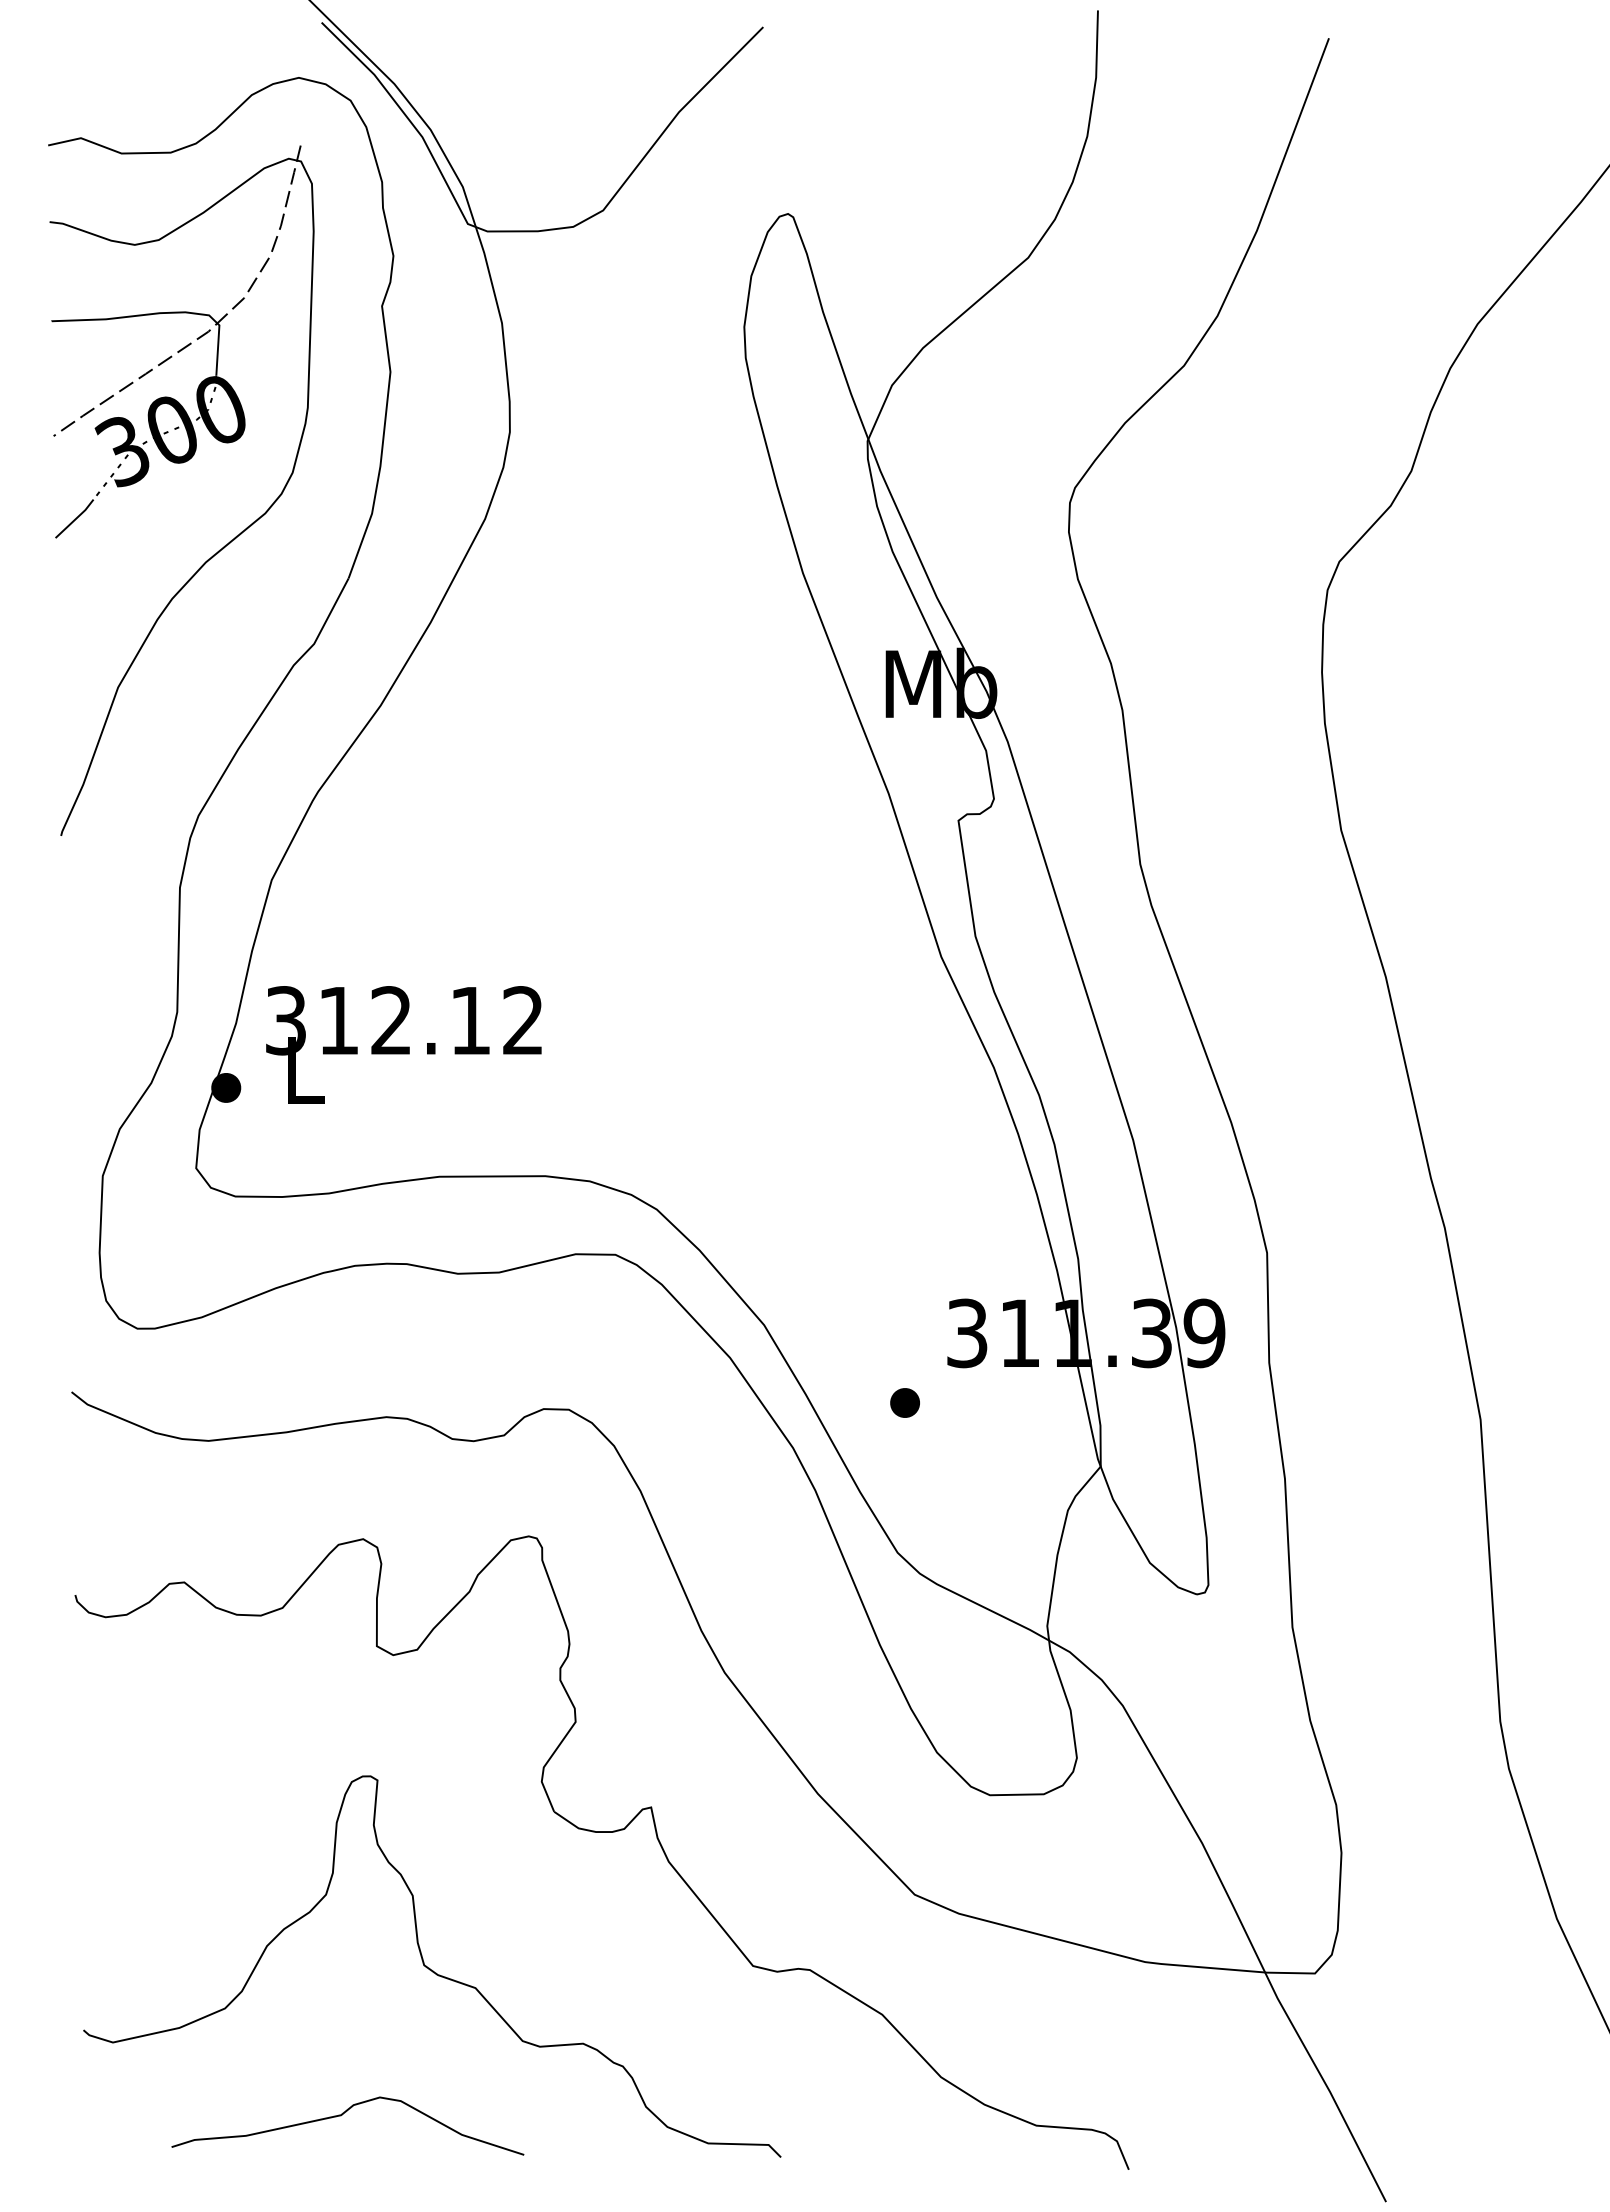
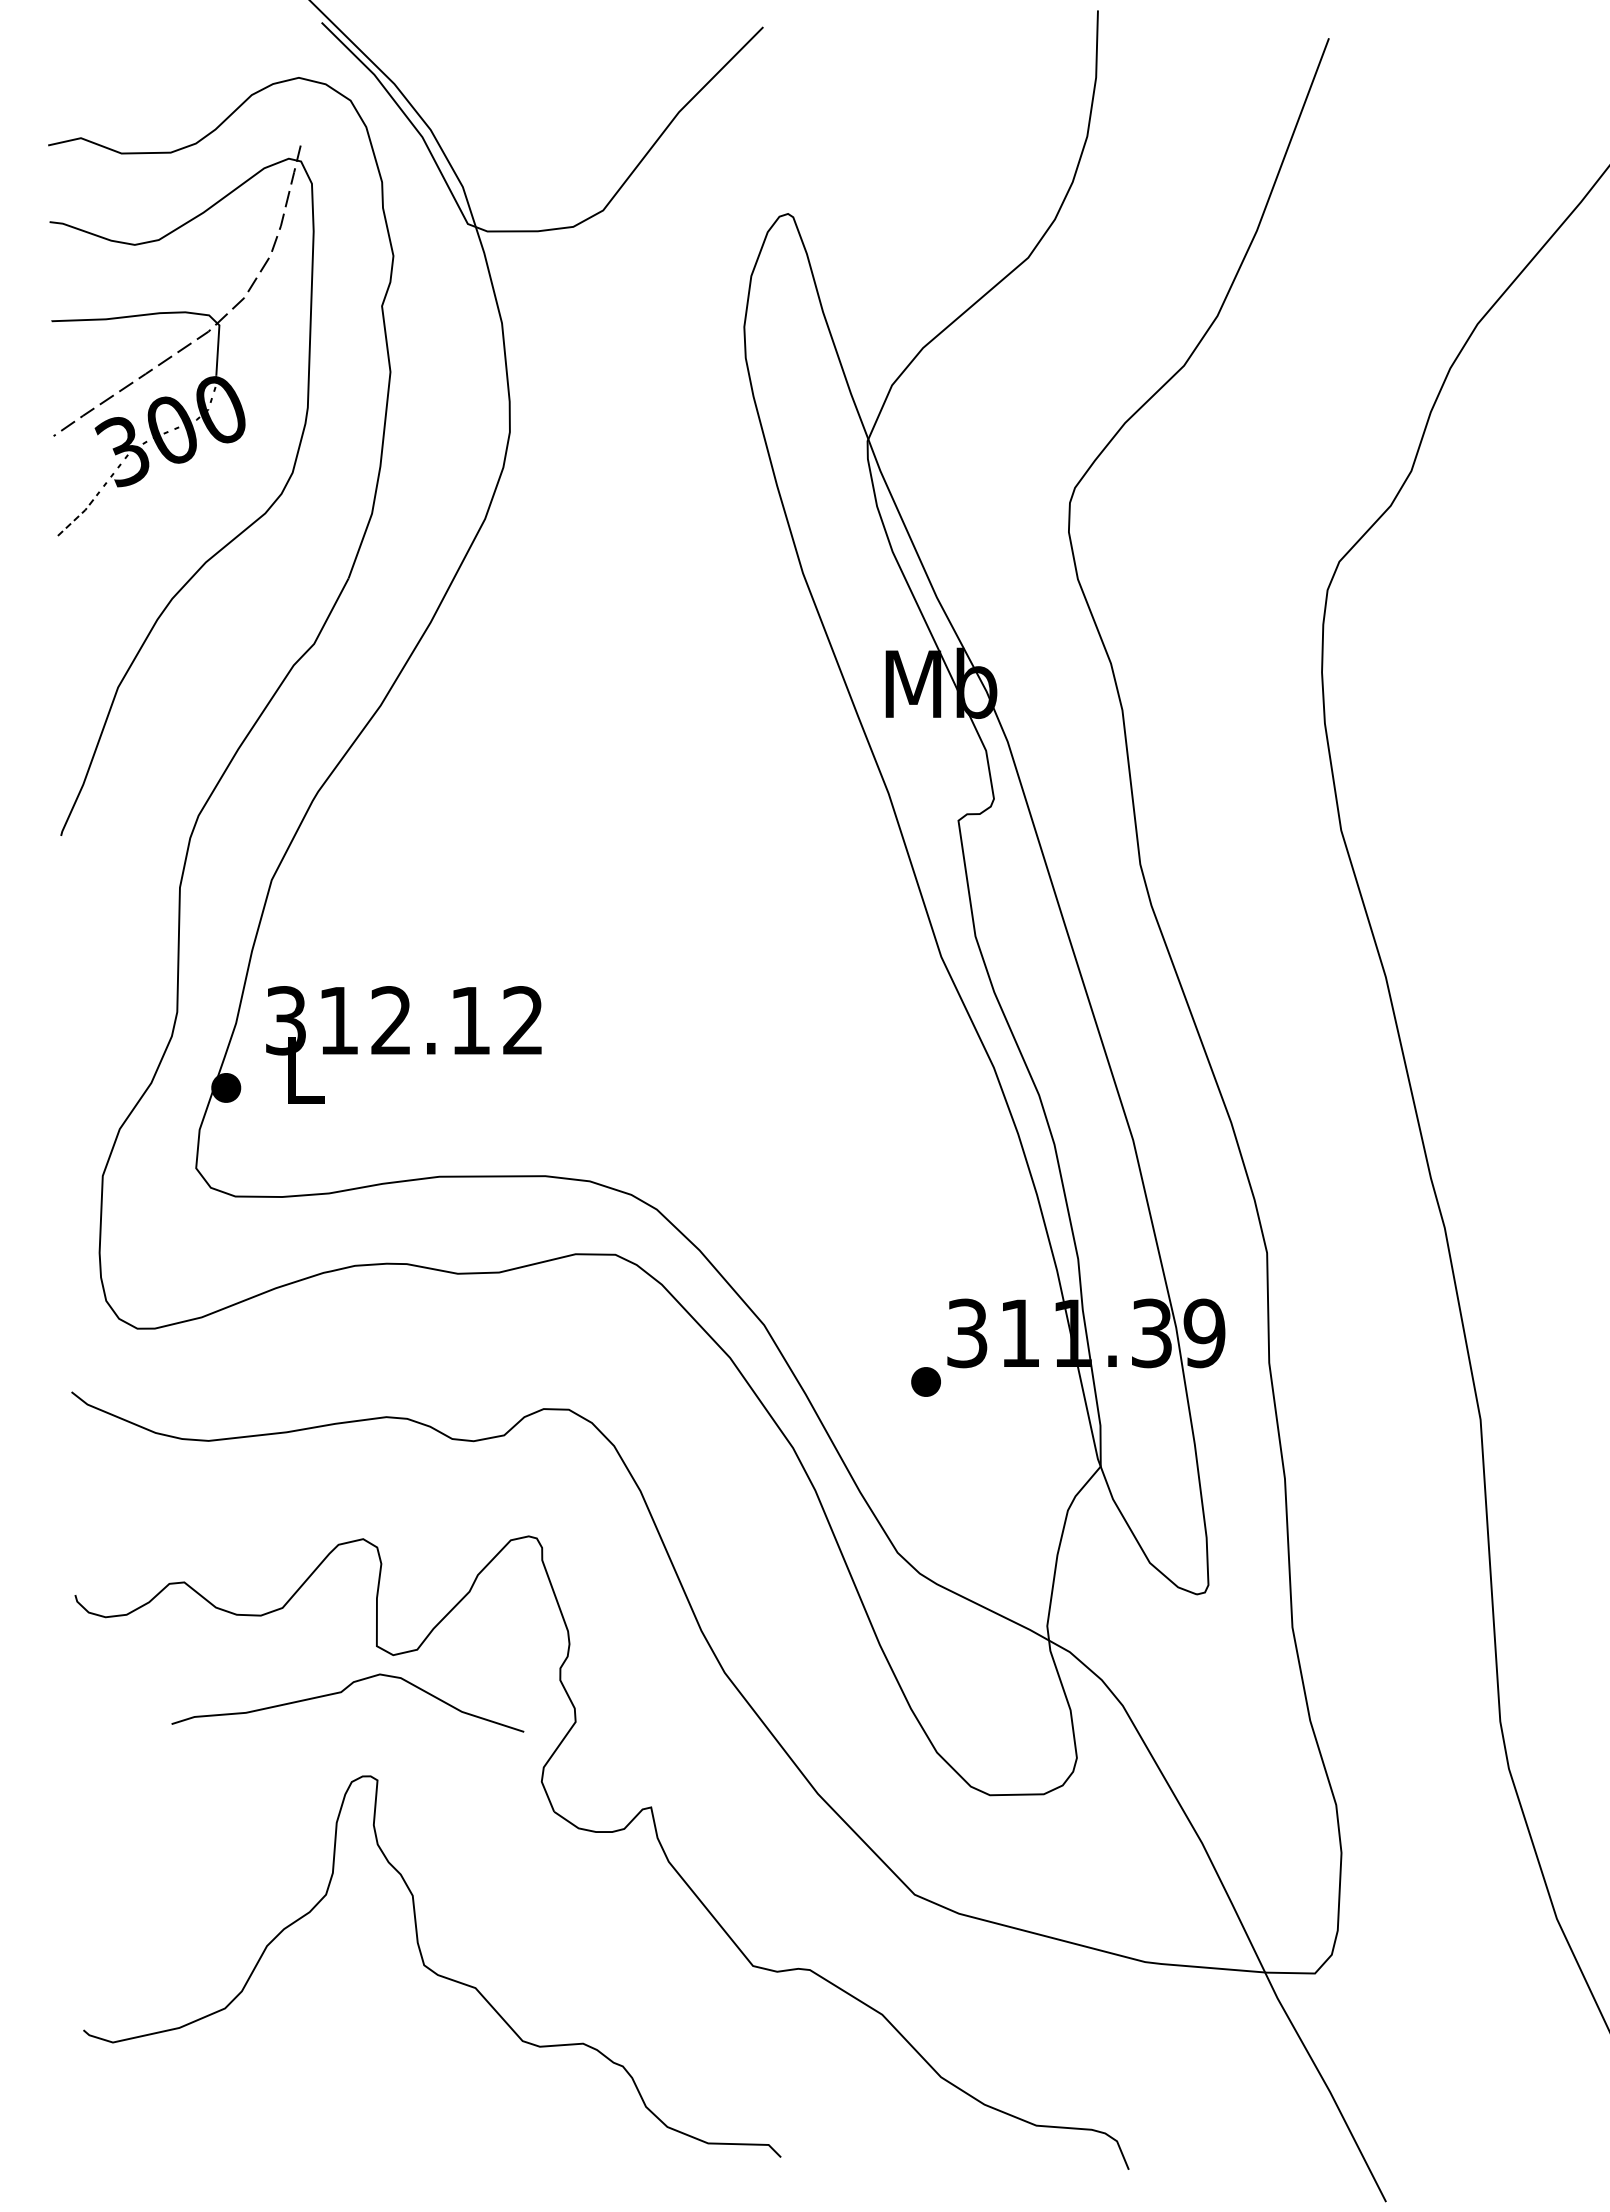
line at (75, 518): solid -> dashed
part at (904, 1402) position: (904, 1402) -> (925, 1381)
curve at (342, 2115) position: (342, 2115) -> (342, 1692)
